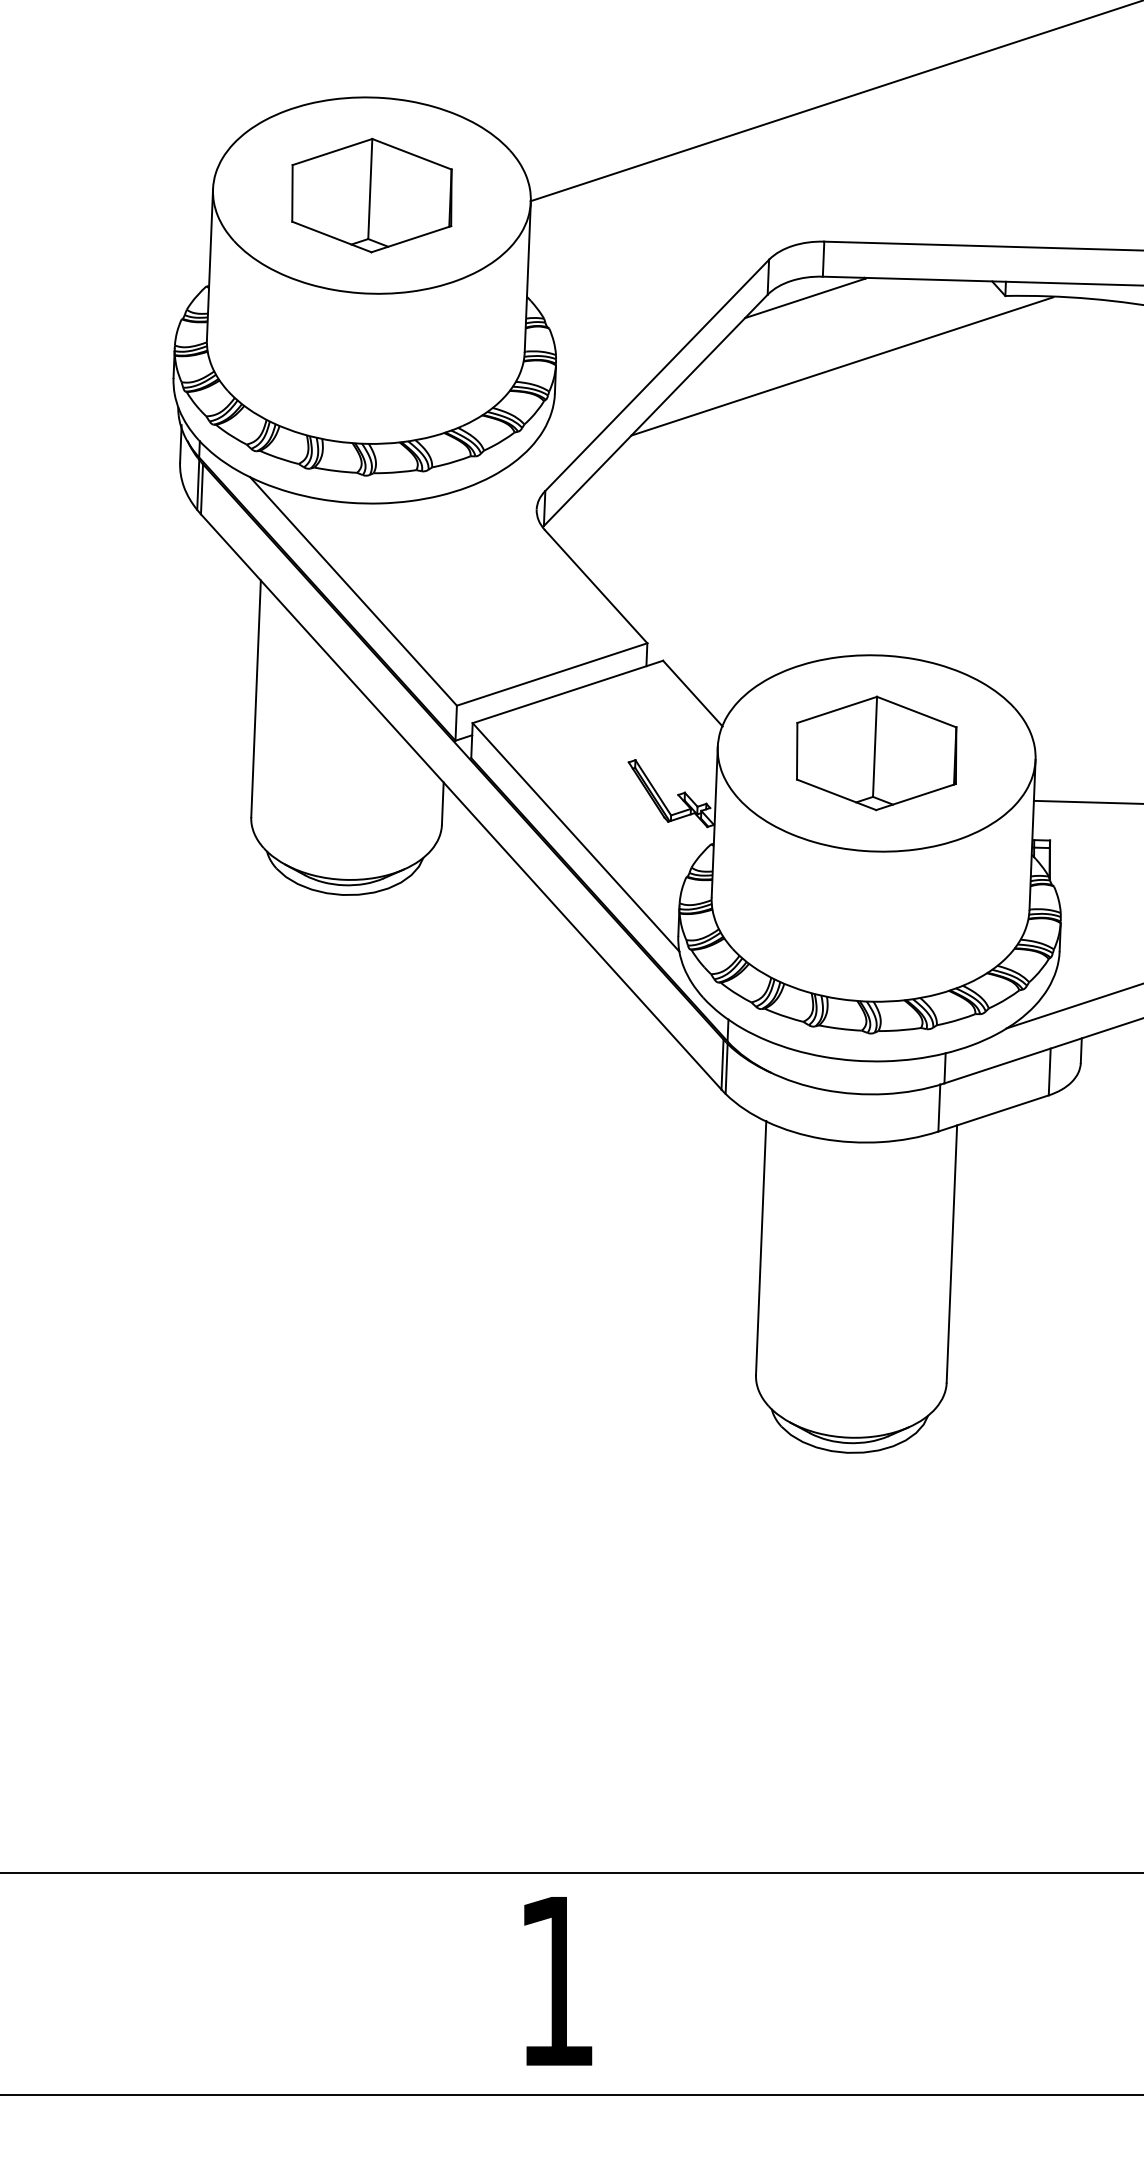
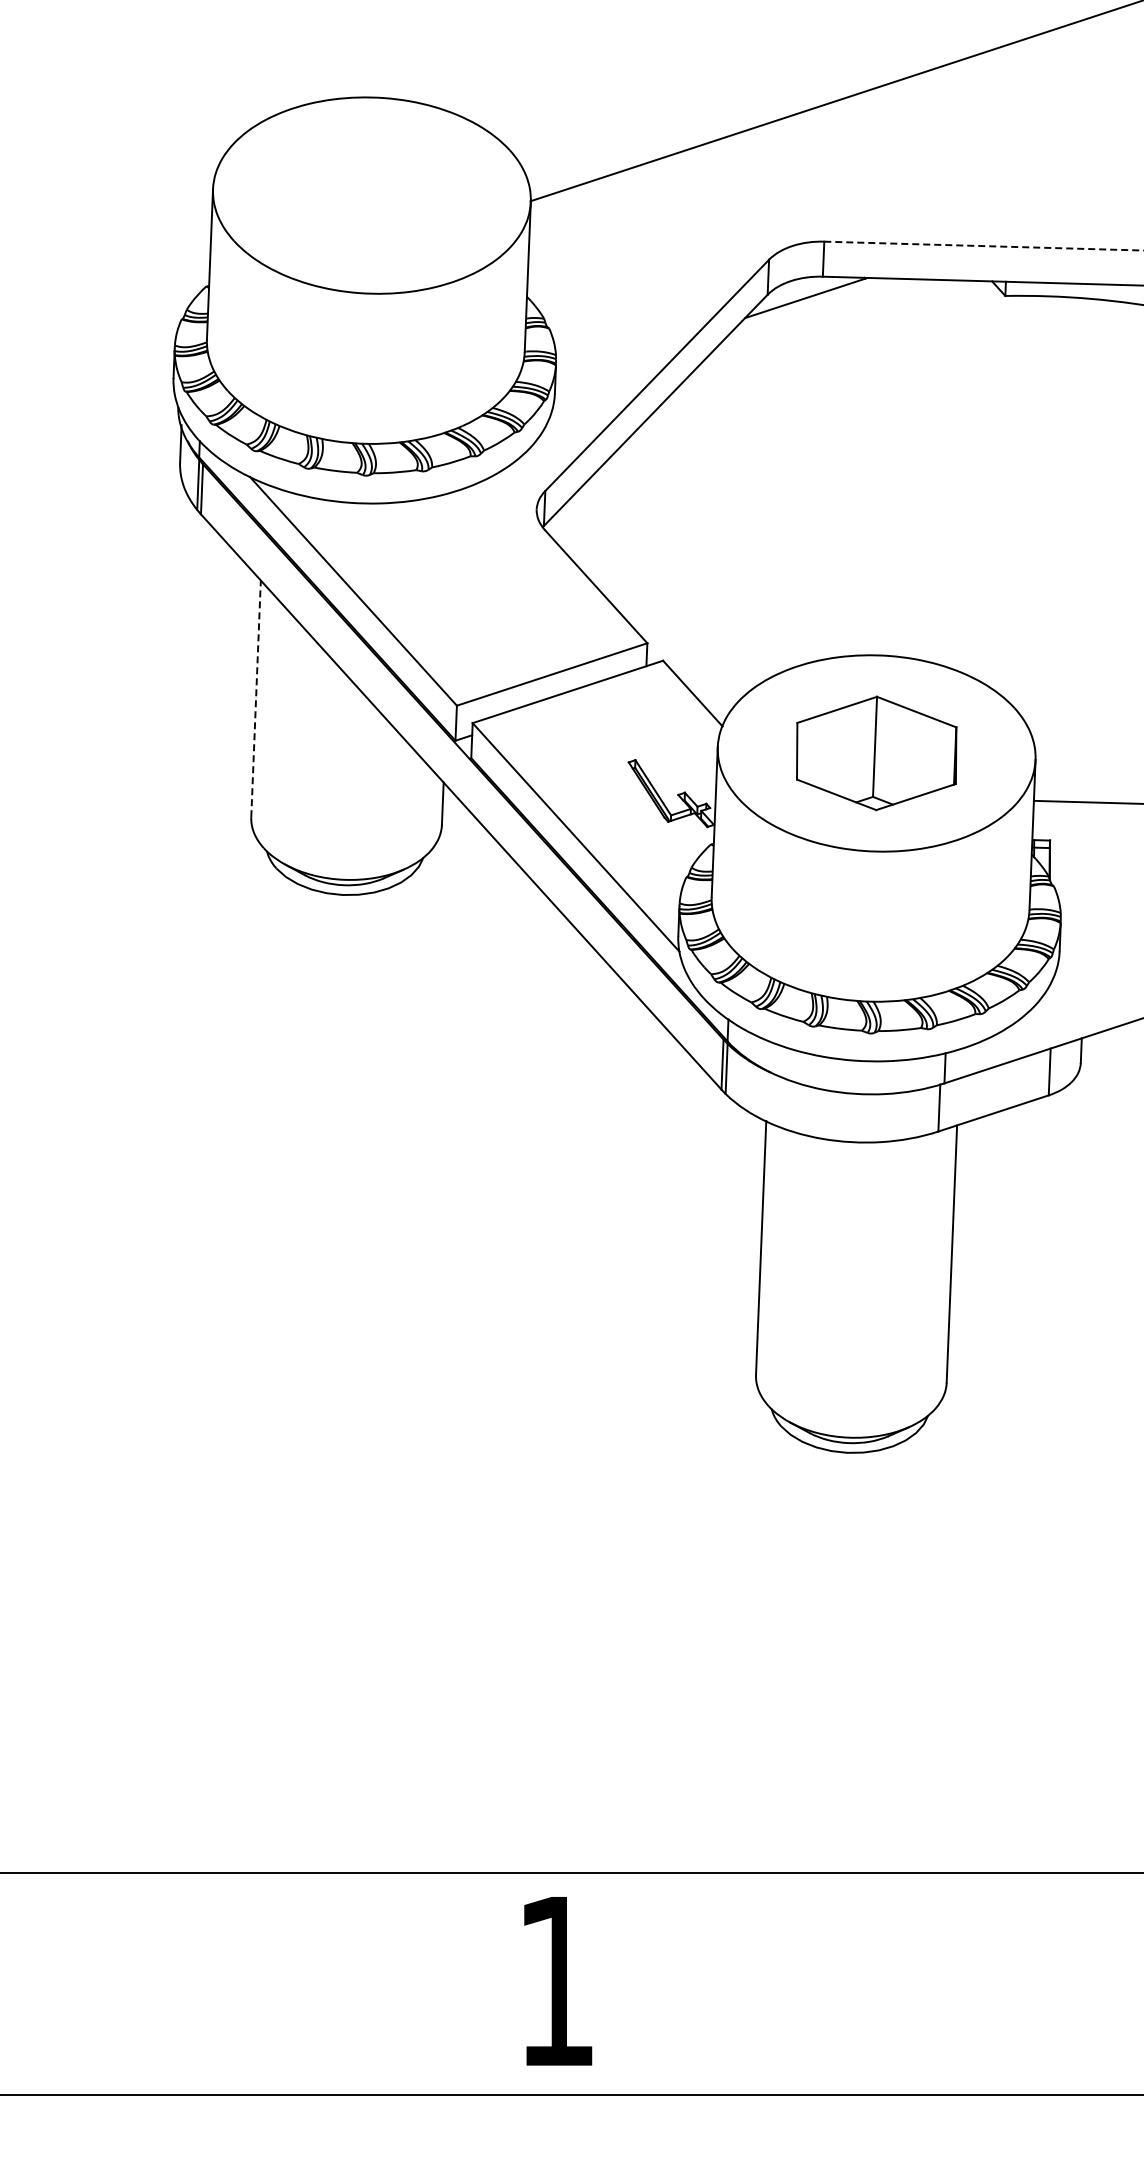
part at (371, 195): present -> none
line at (983, 246): solid -> dashed
line at (842, 366): present -> none
line at (256, 698): solid -> dashed
line at (1073, 1006): present -> none
